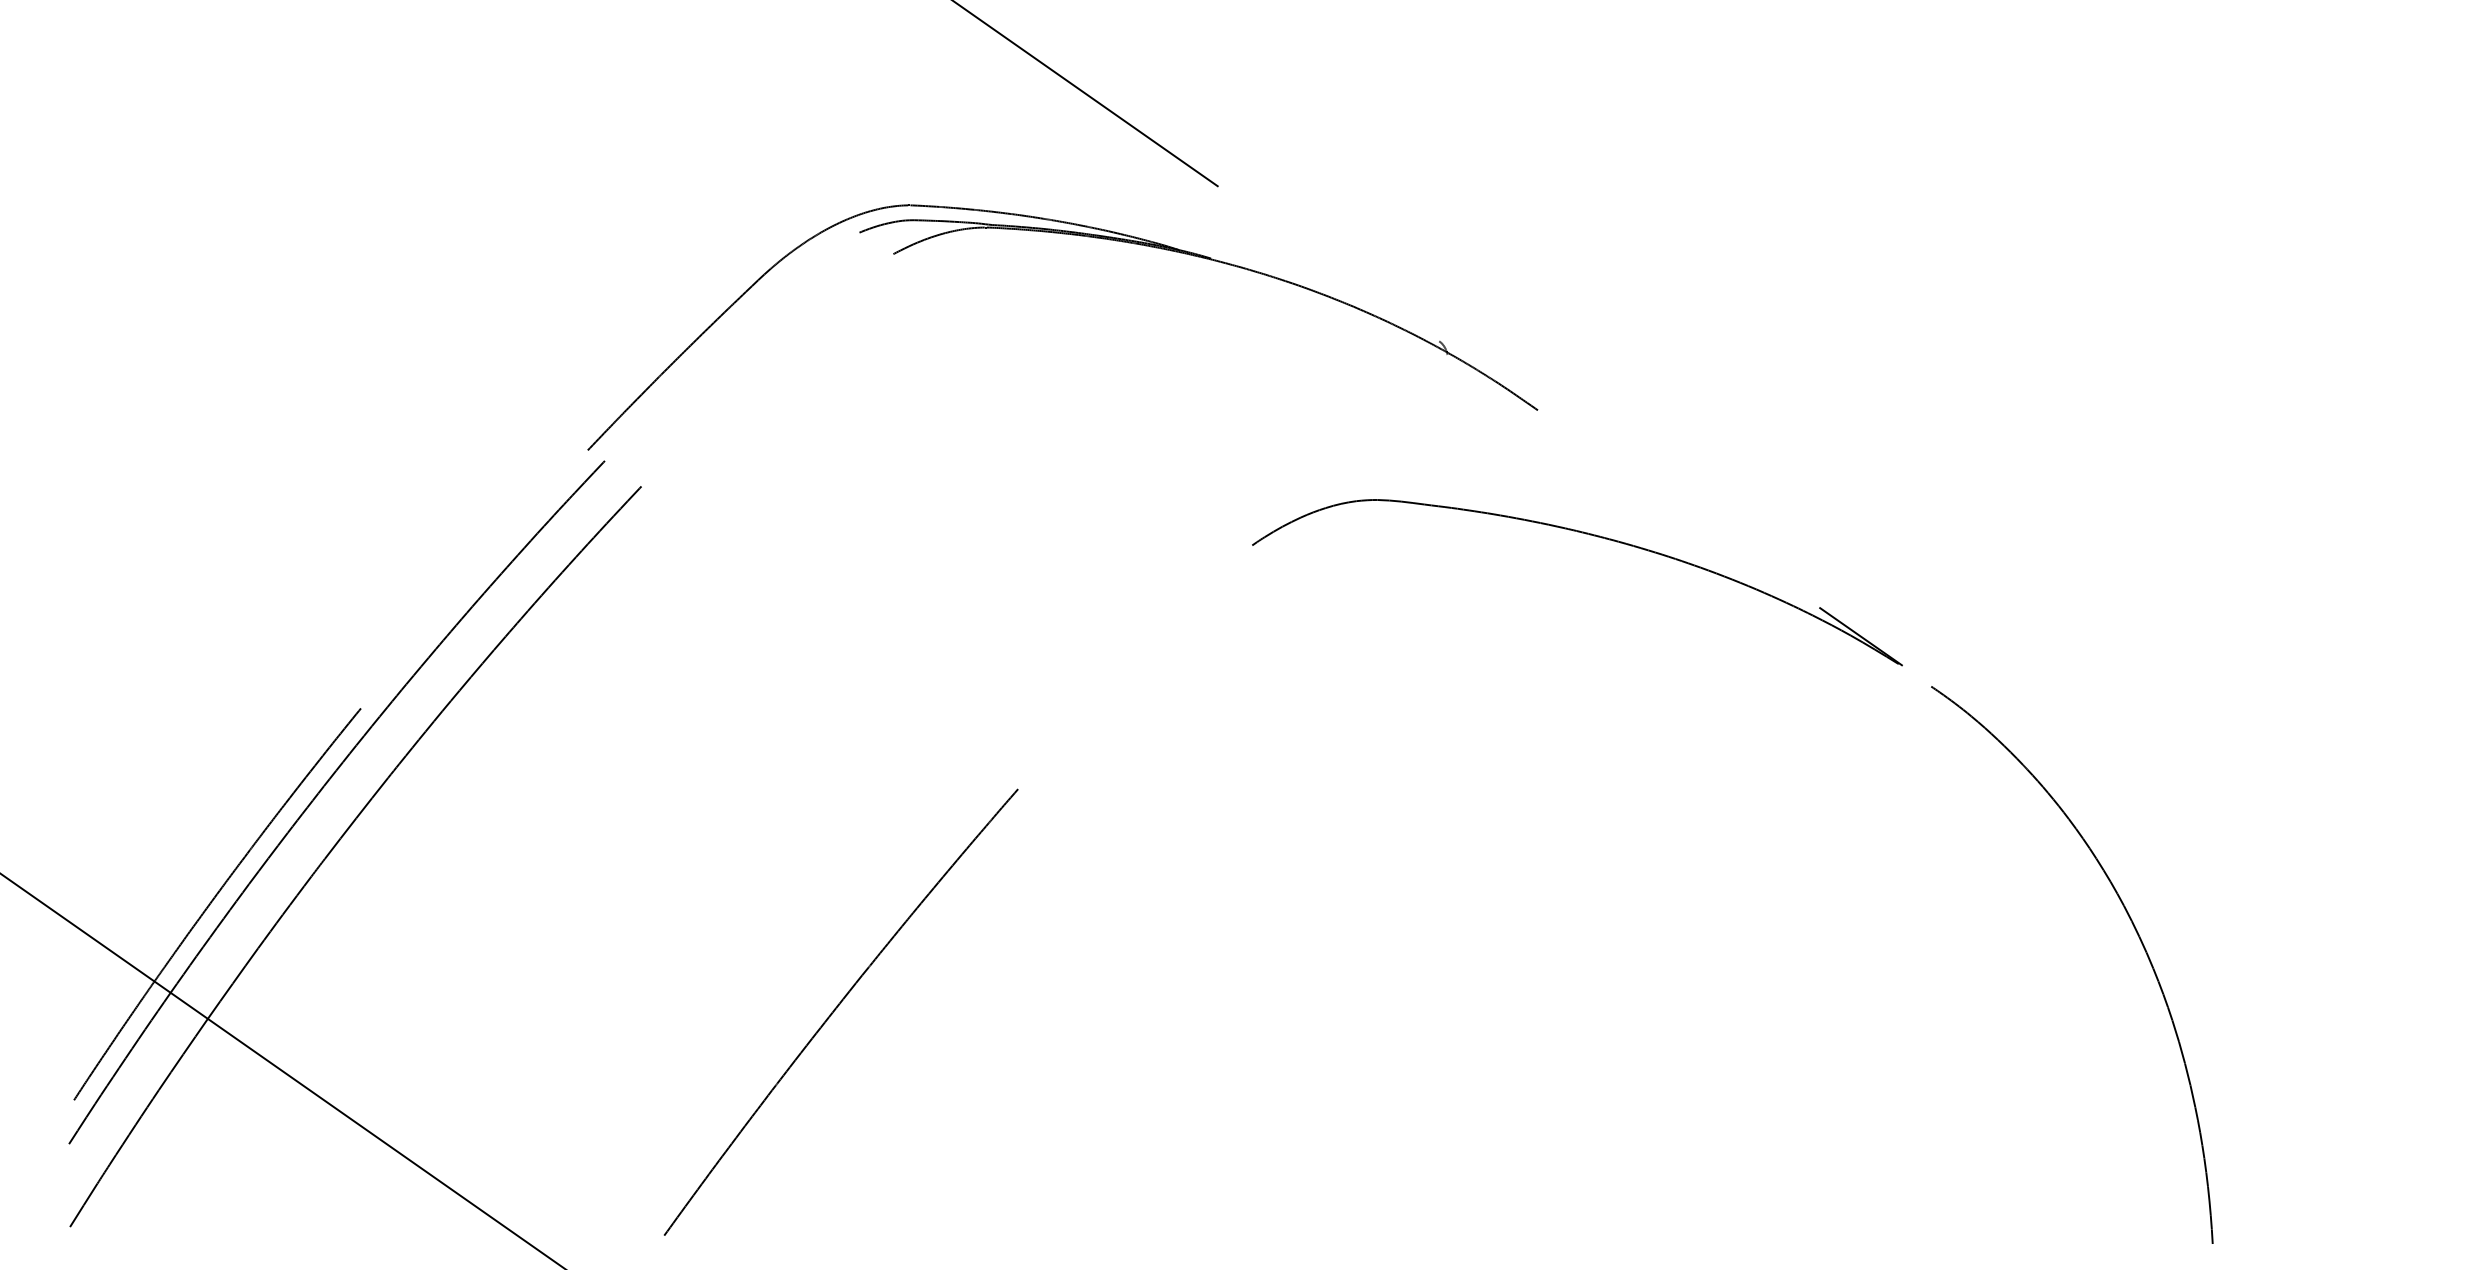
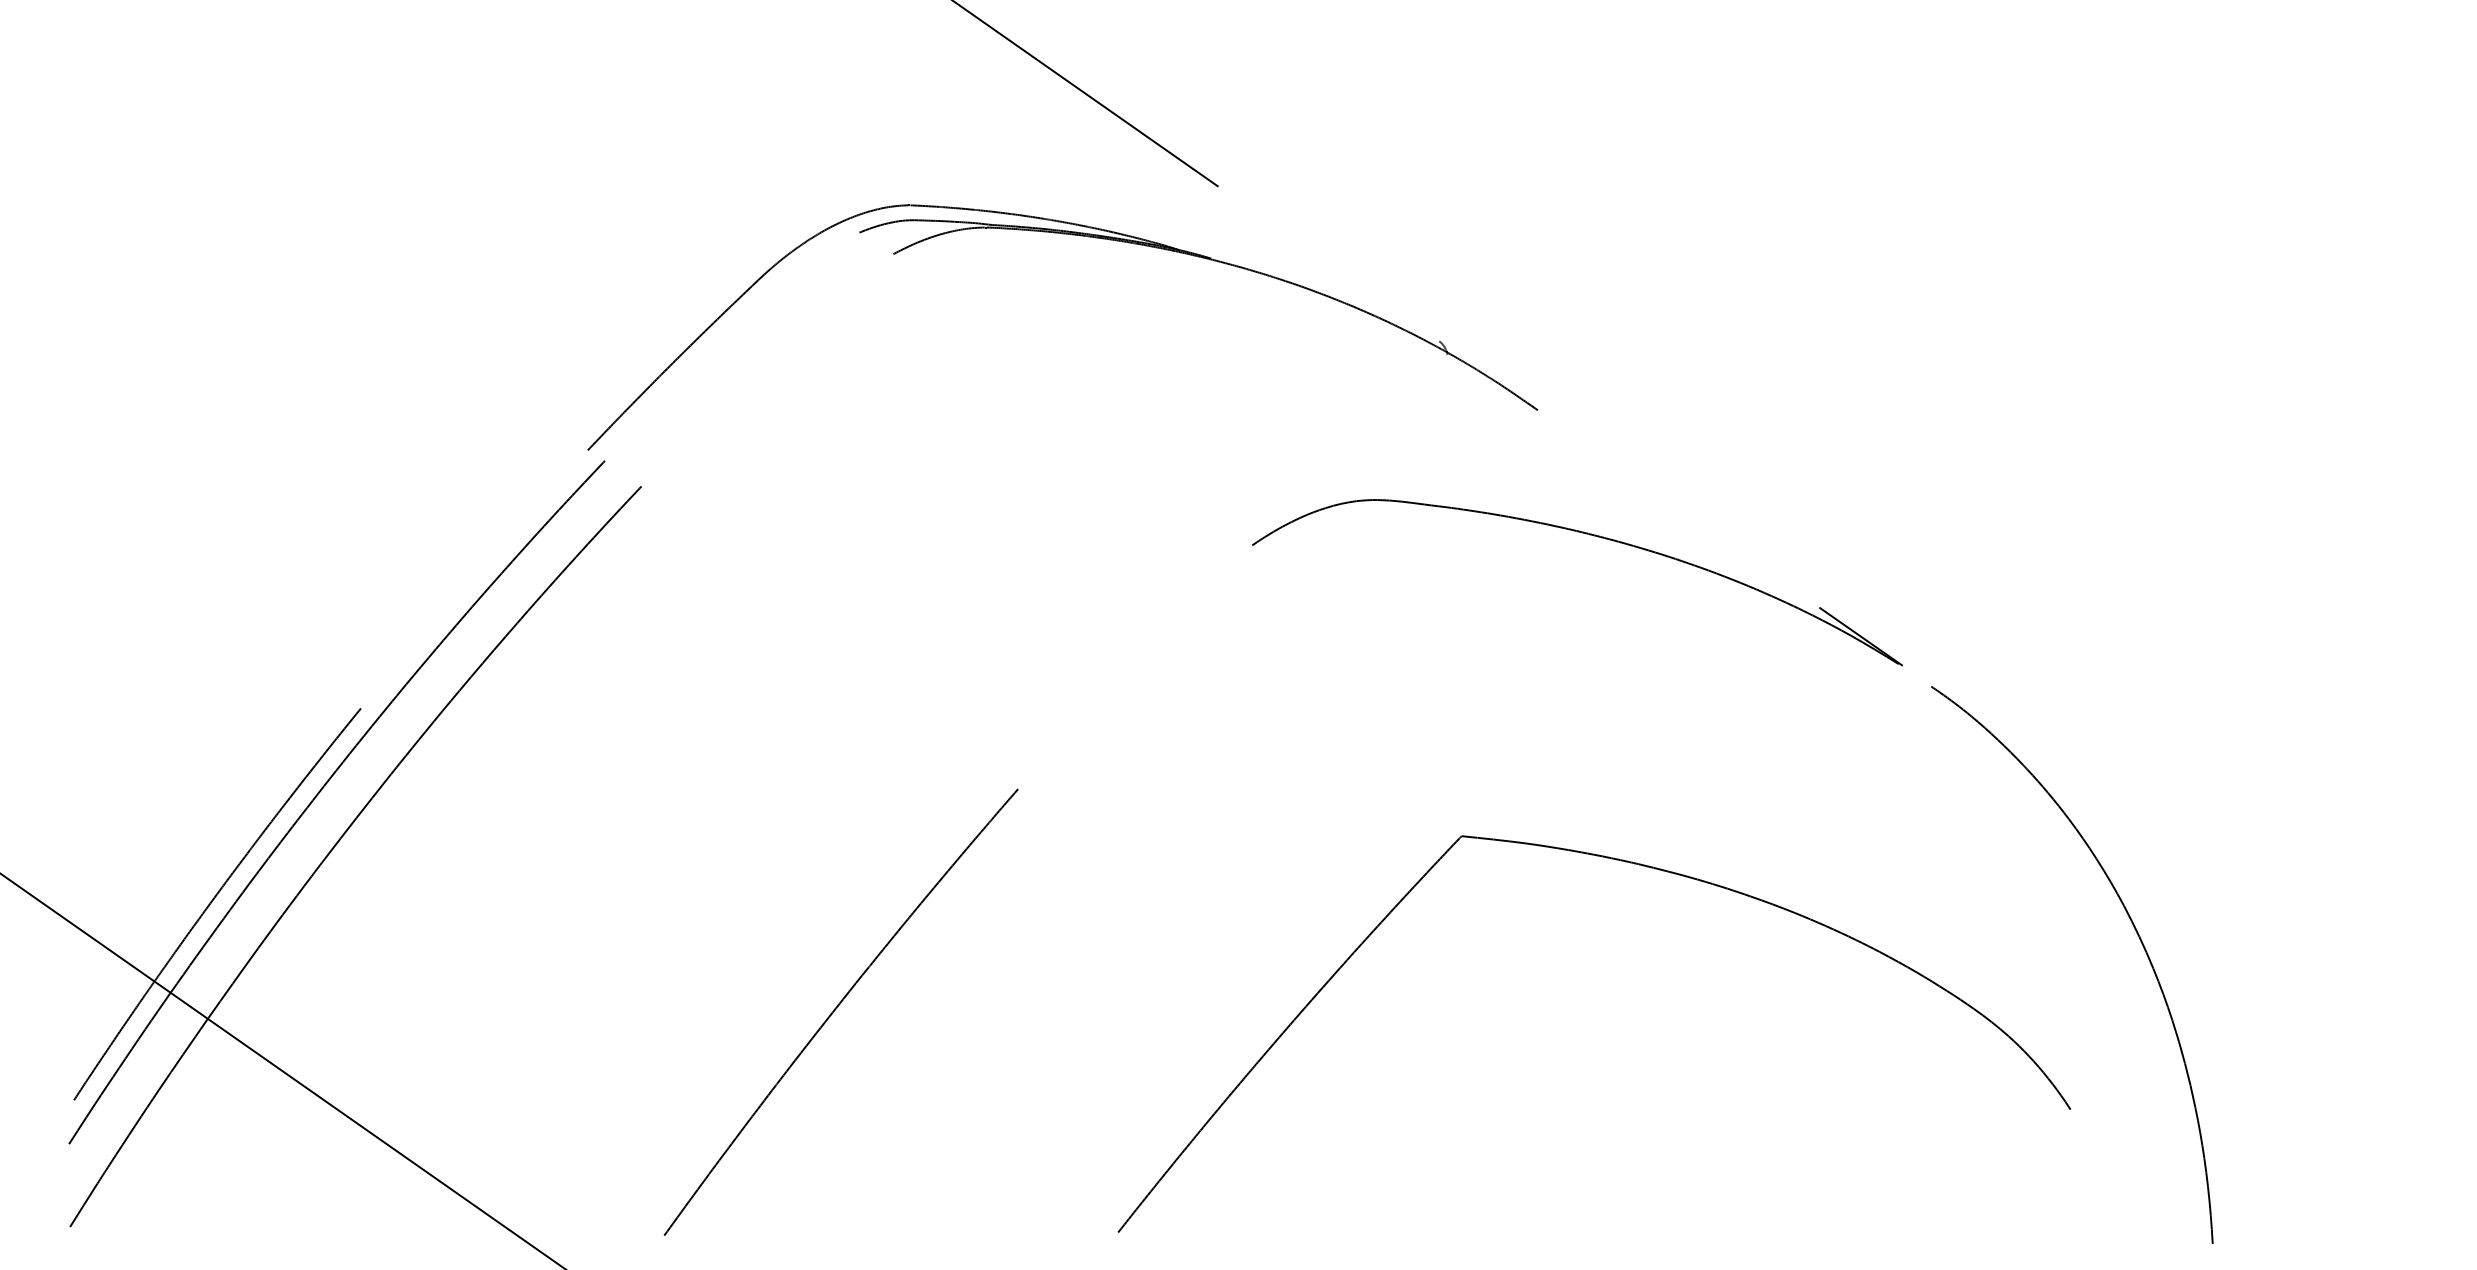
part at (1634, 864): none -> present
